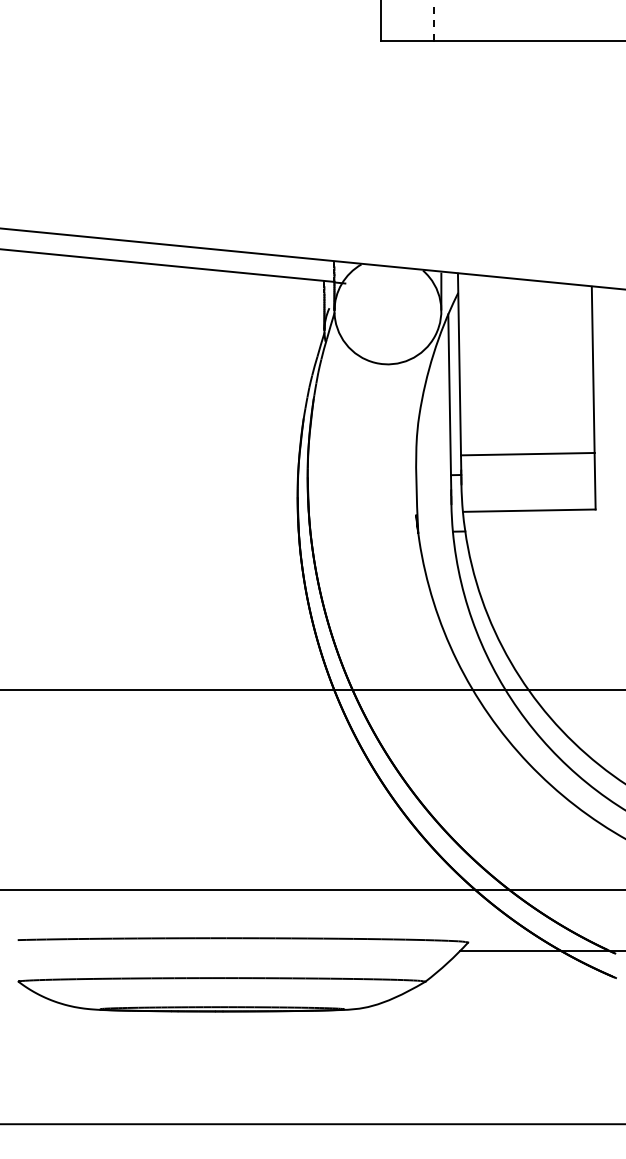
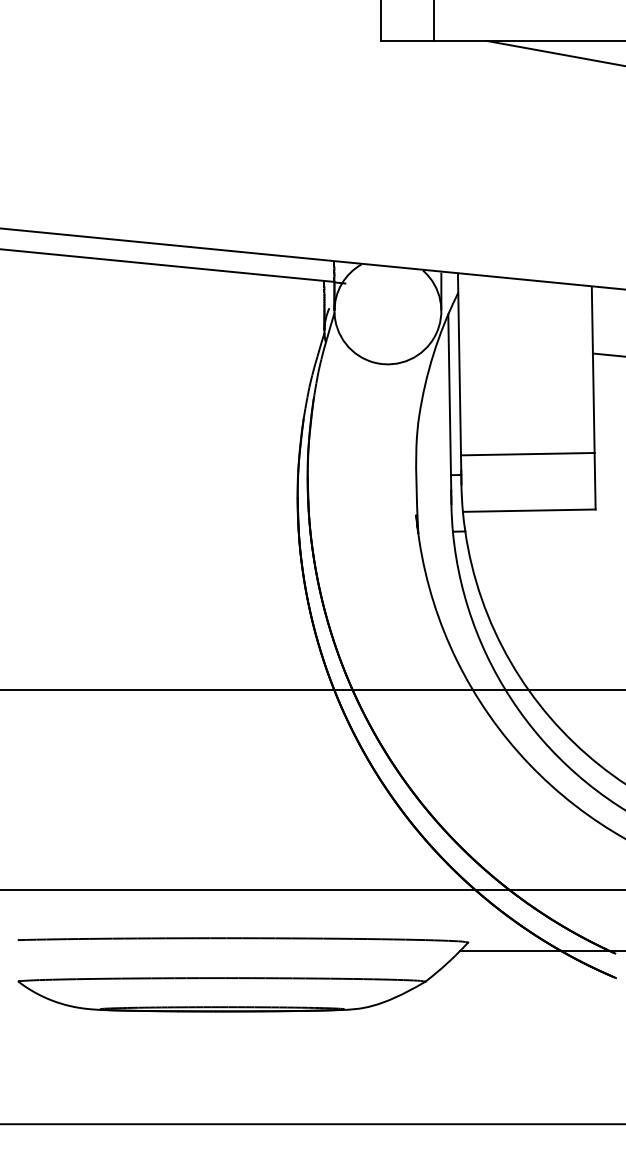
line at (434, 20): dashed -> solid
line at (554, 53): none -> present
line at (607, 354): none -> present
